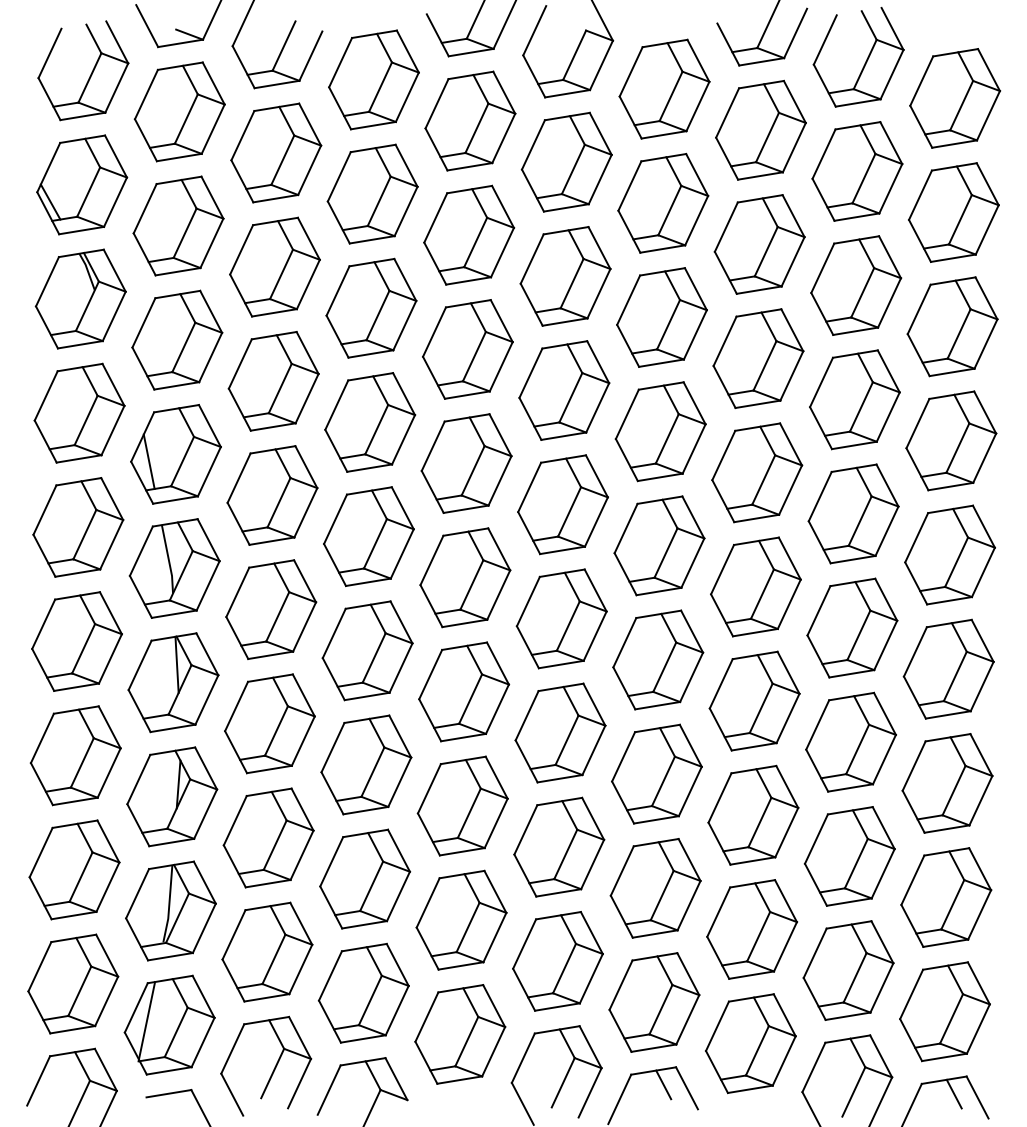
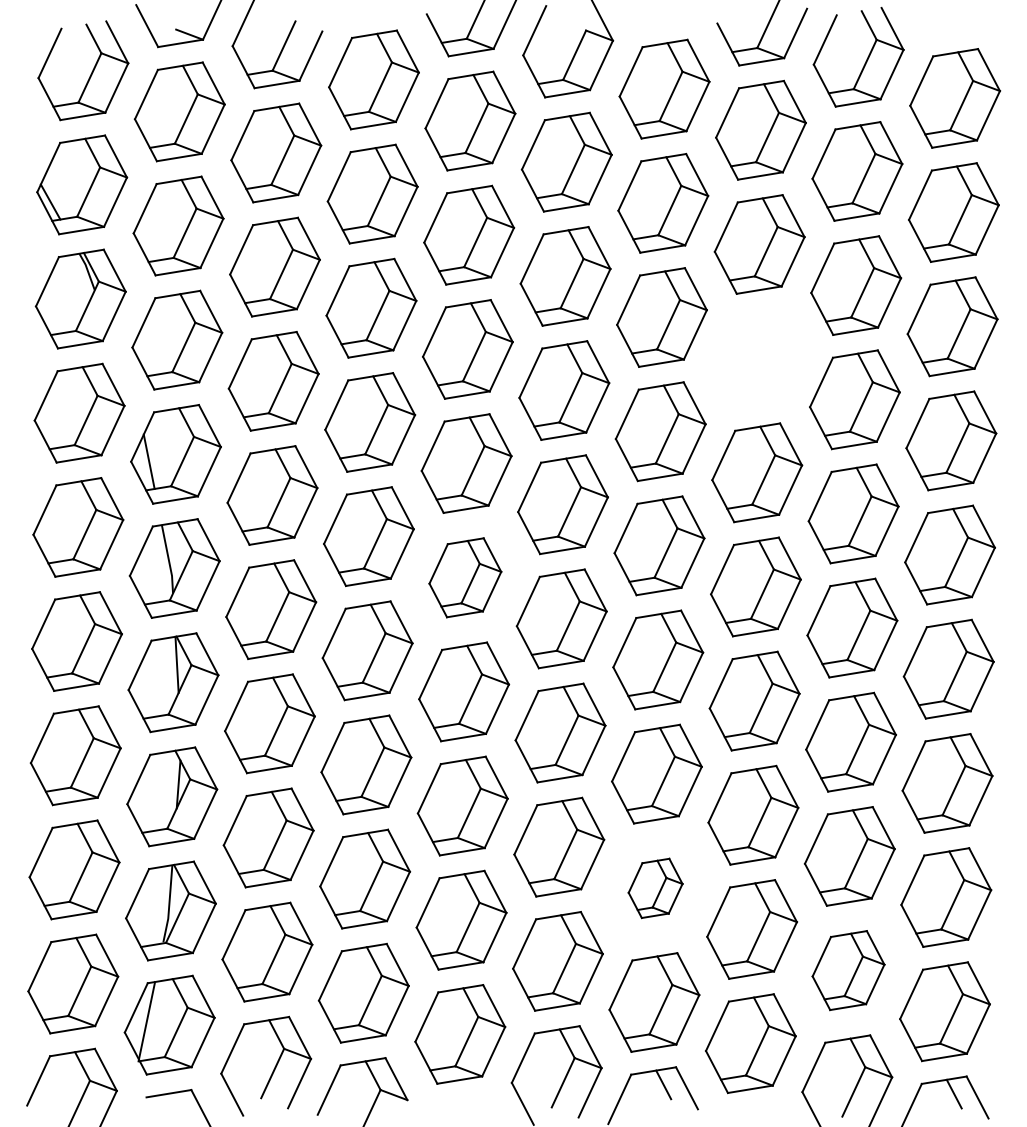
part at (758, 358): present -> none
part at (465, 577) size: 93x102 px -> 75x82 px
part at (655, 888) size: 93x101 px -> 57x63 px
part at (848, 970) size: 93x101 px -> 75x82 px
